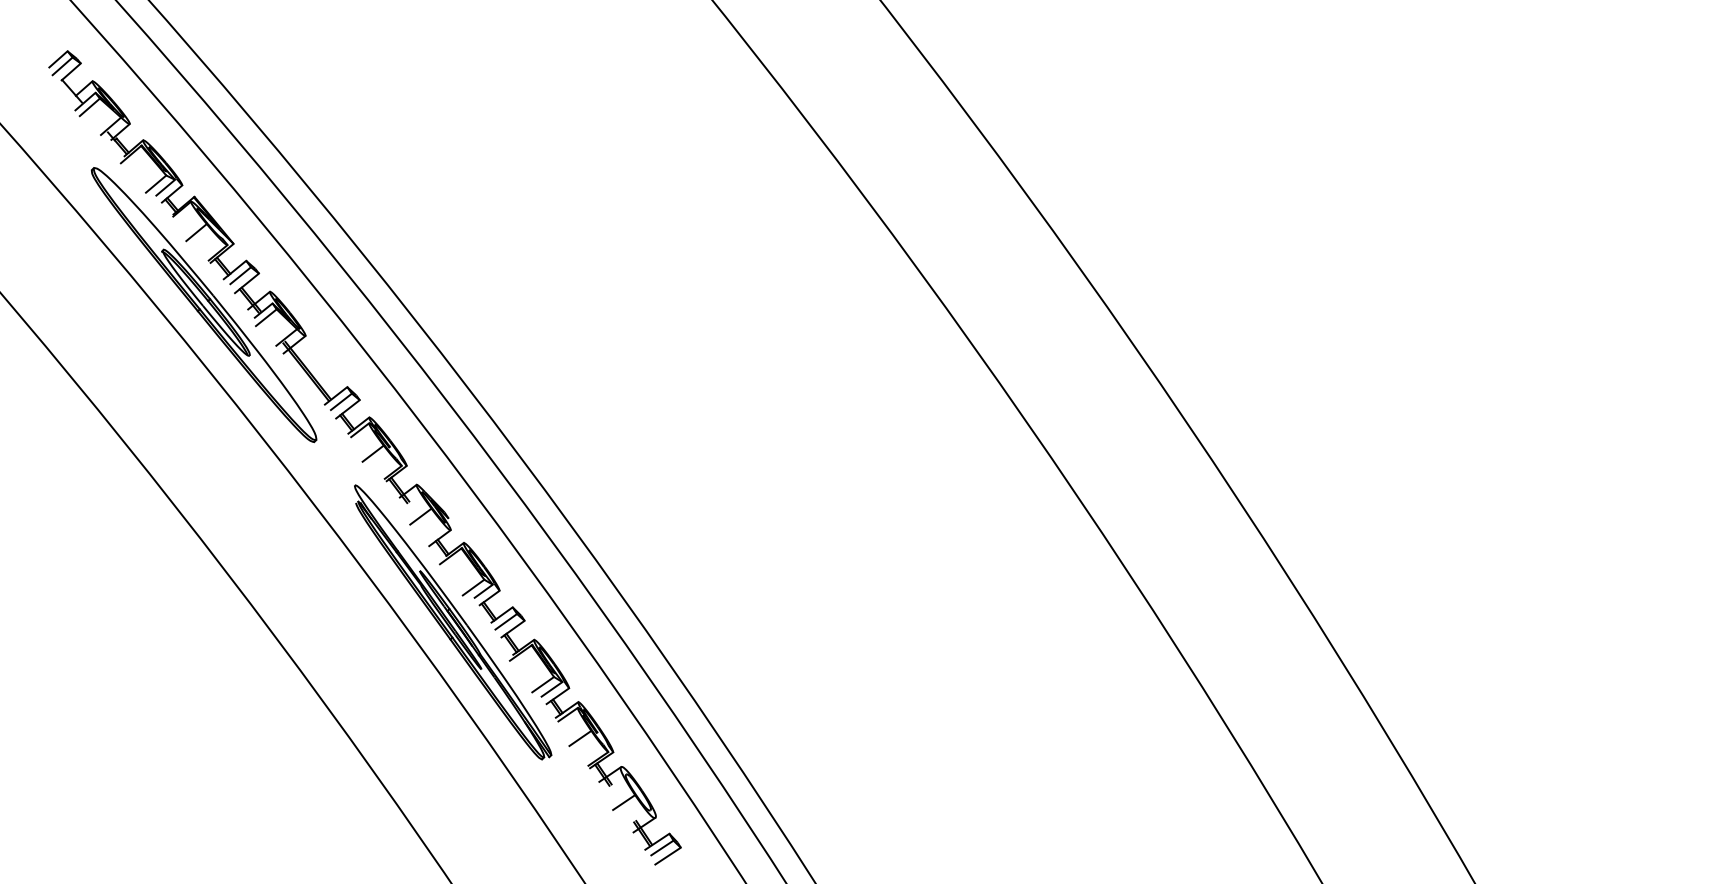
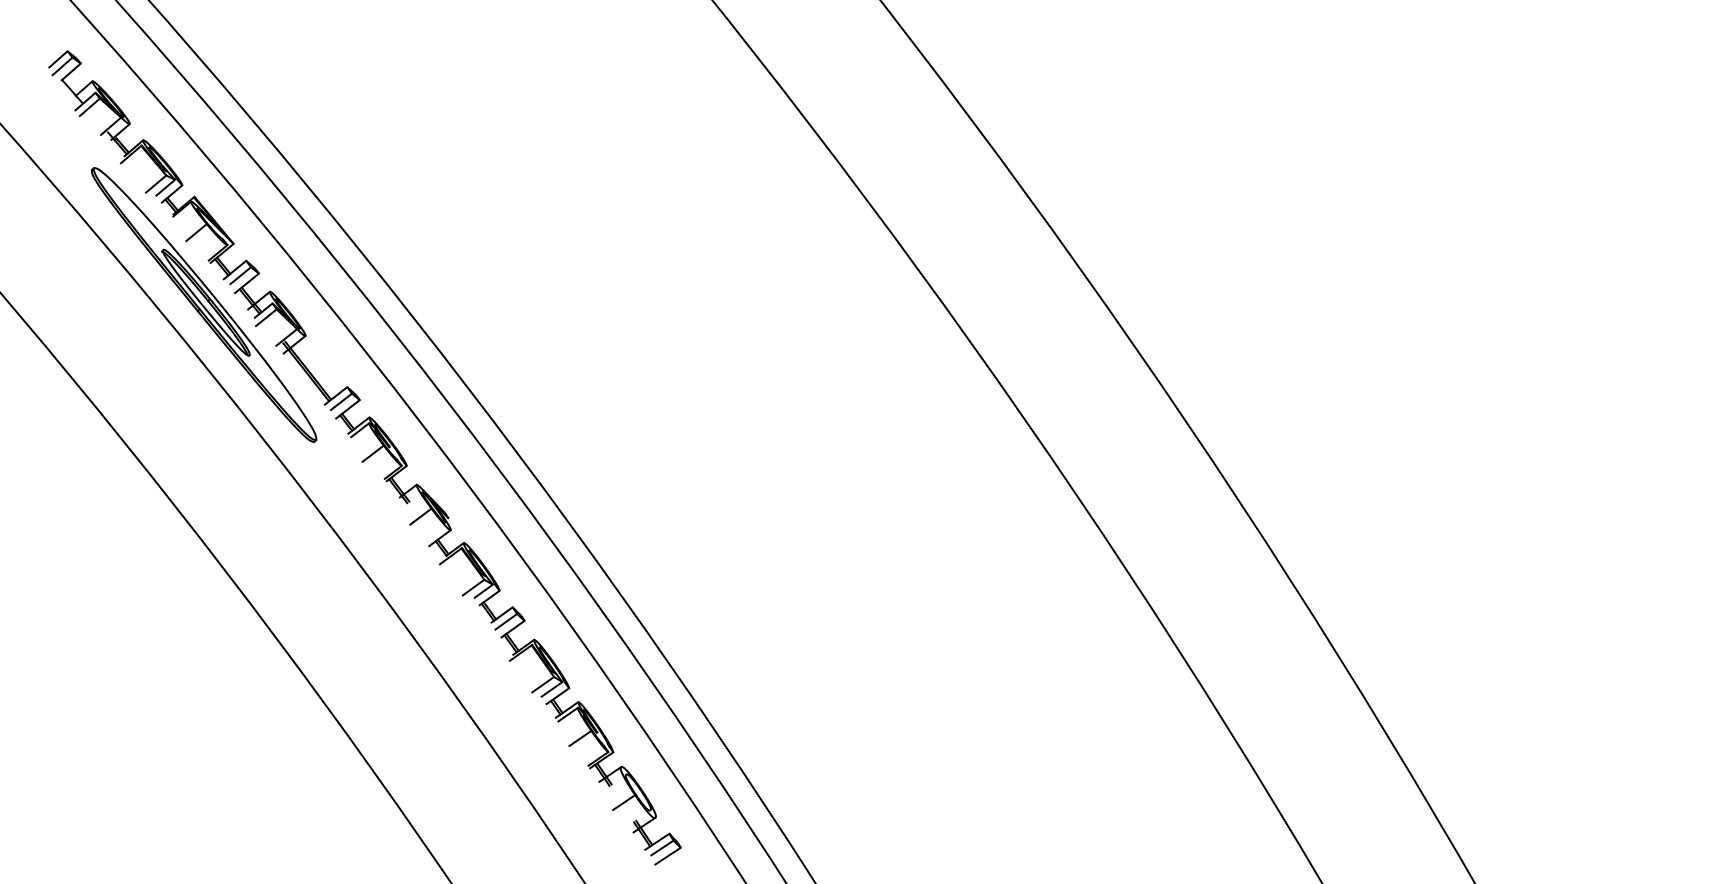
part at (453, 622): present -> none
